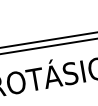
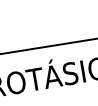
line at (48, 39): present -> none
